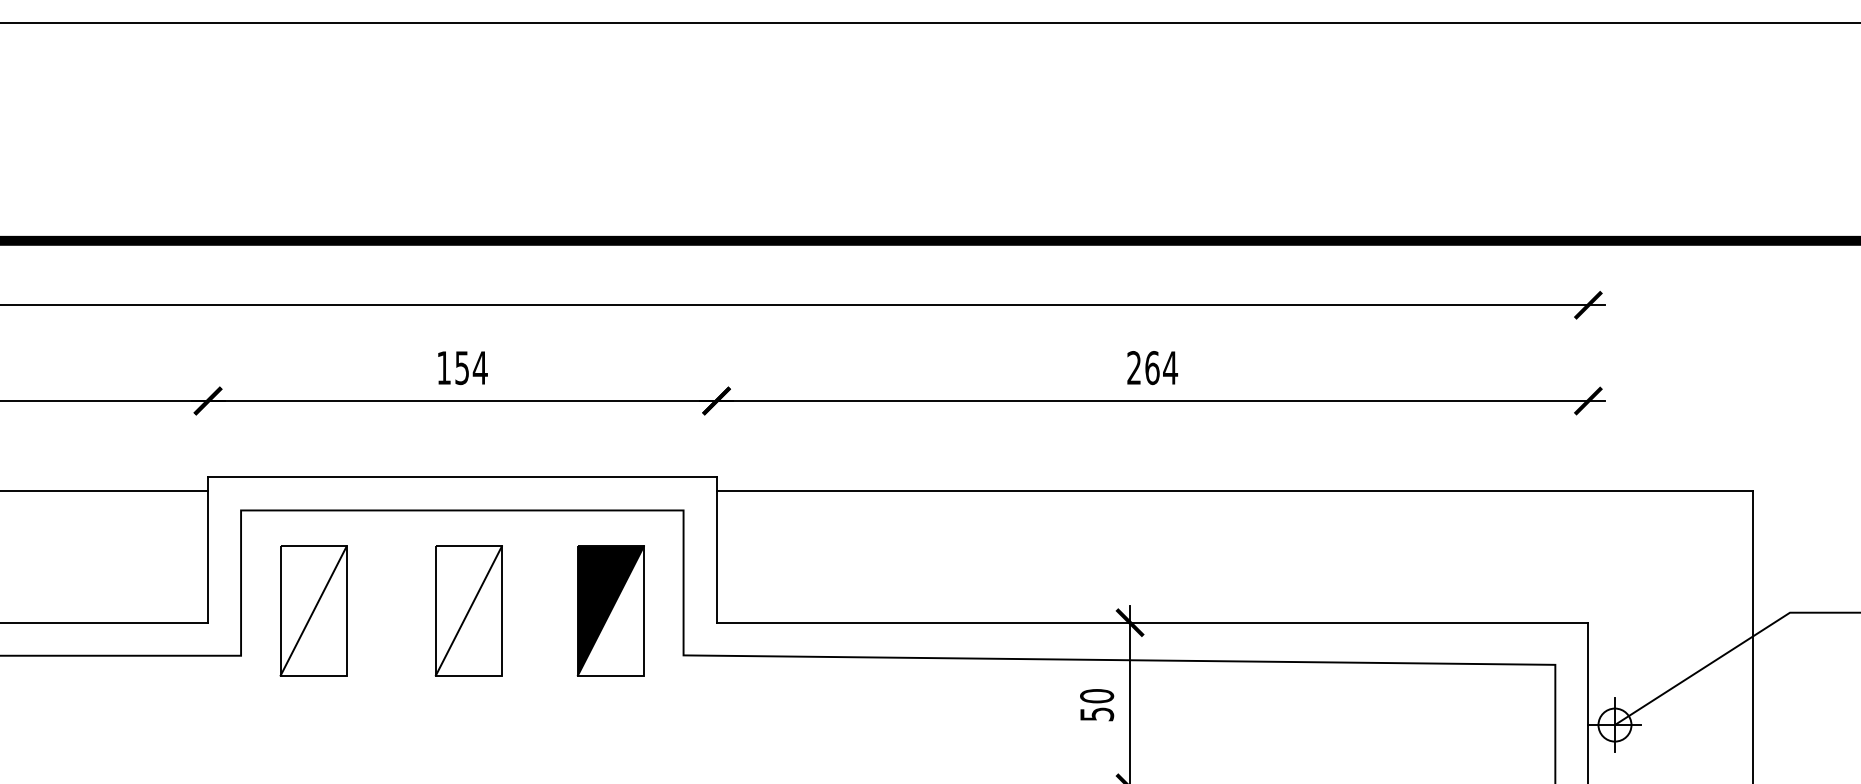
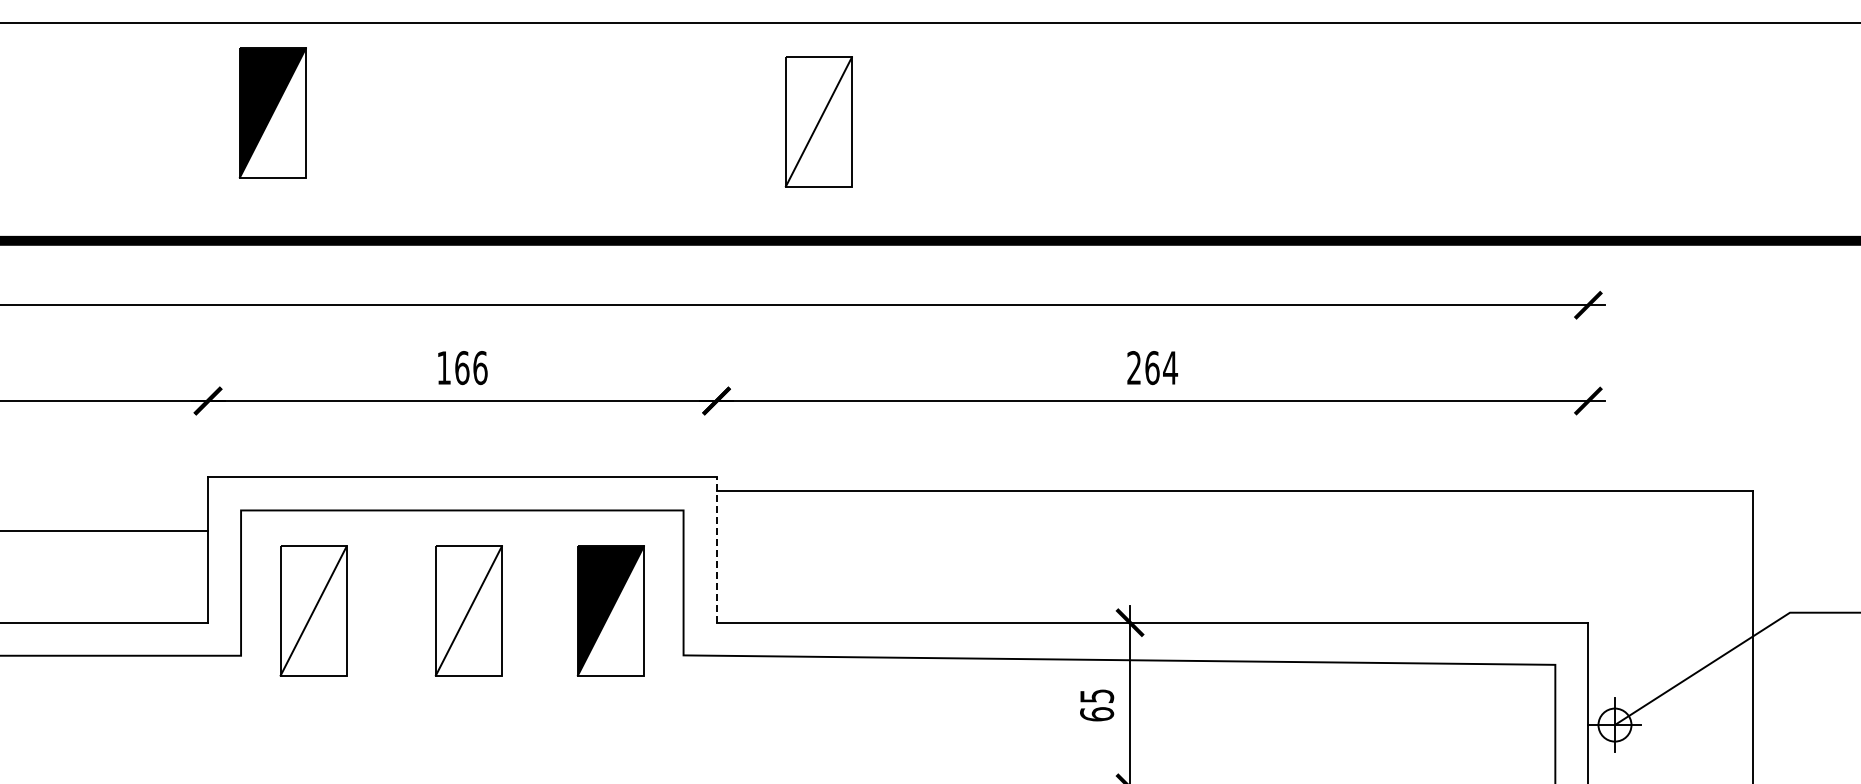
part at (272, 112): none -> present
part at (818, 121): none -> present
text at (471, 368): 154 -> 166
line at (105, 490) position: (105, 490) -> (105, 530)
line at (716, 550): solid -> dashed
text at (1097, 705): 50 -> 65
